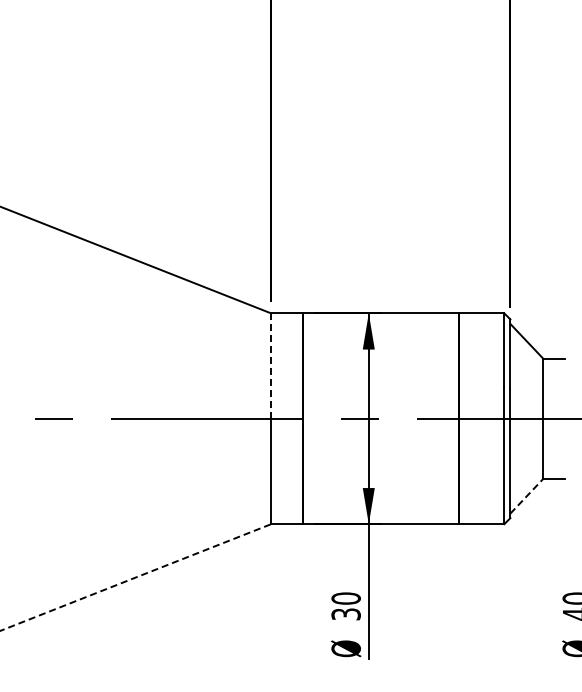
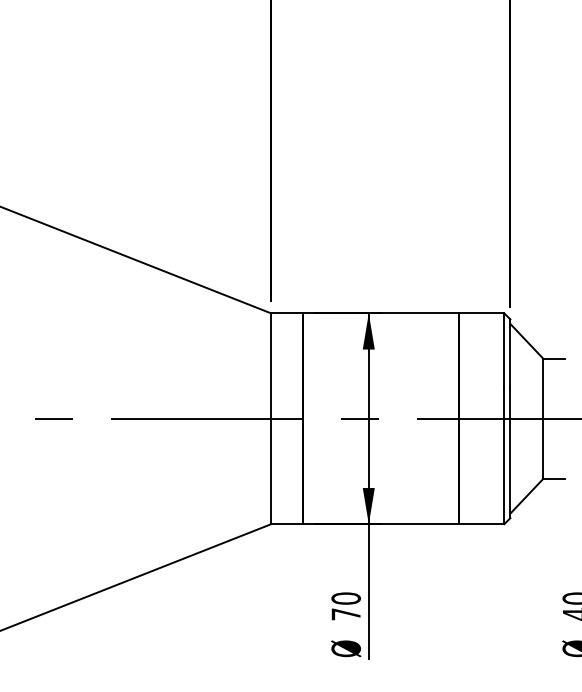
line at (271, 366): dashed -> solid
line at (526, 496): dashed -> solid
line at (136, 577): dashed -> solid
text at (345, 614): 30 -> 70
